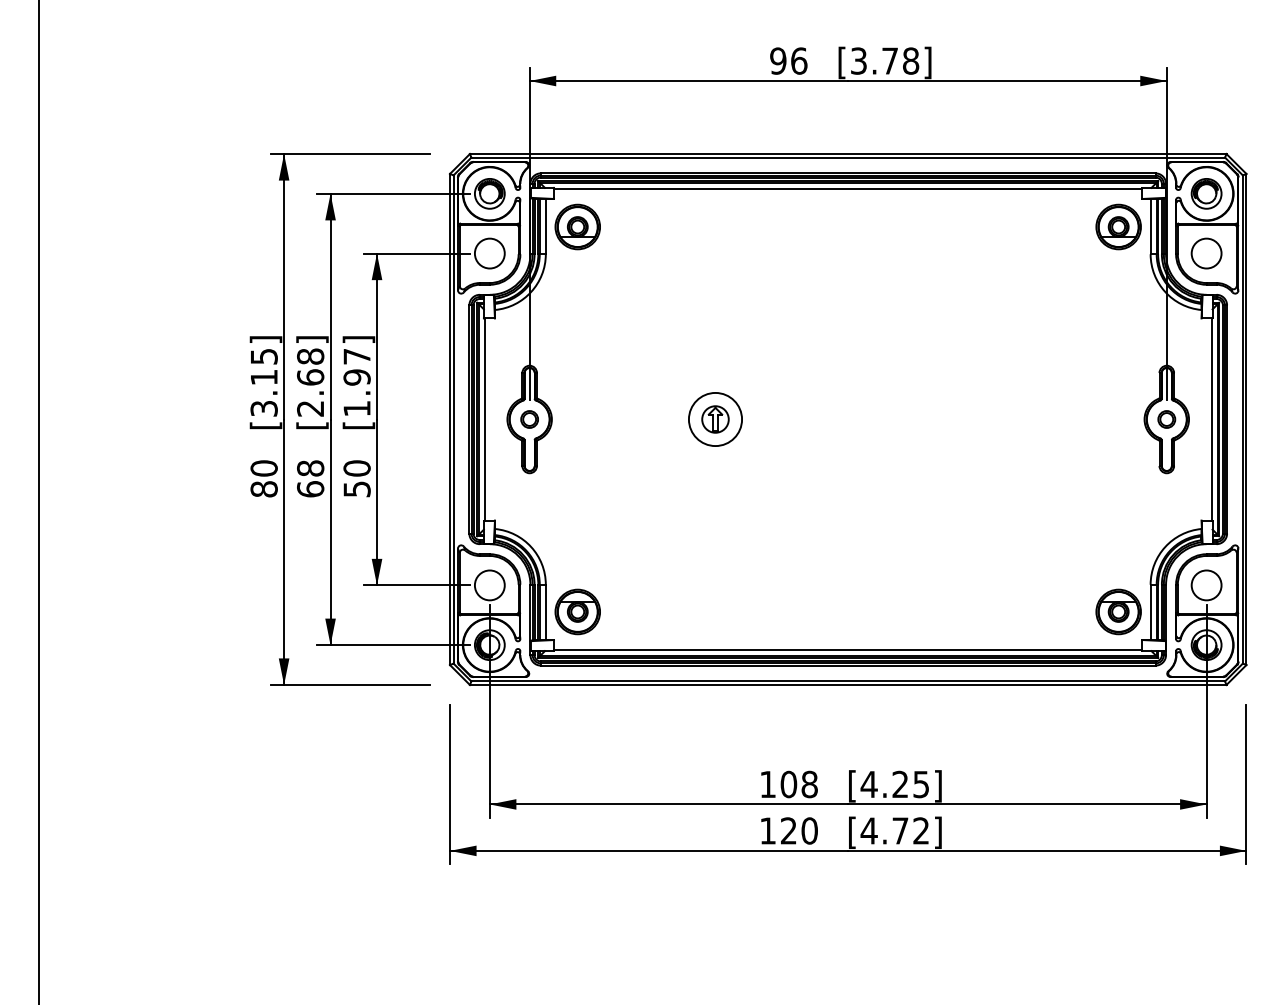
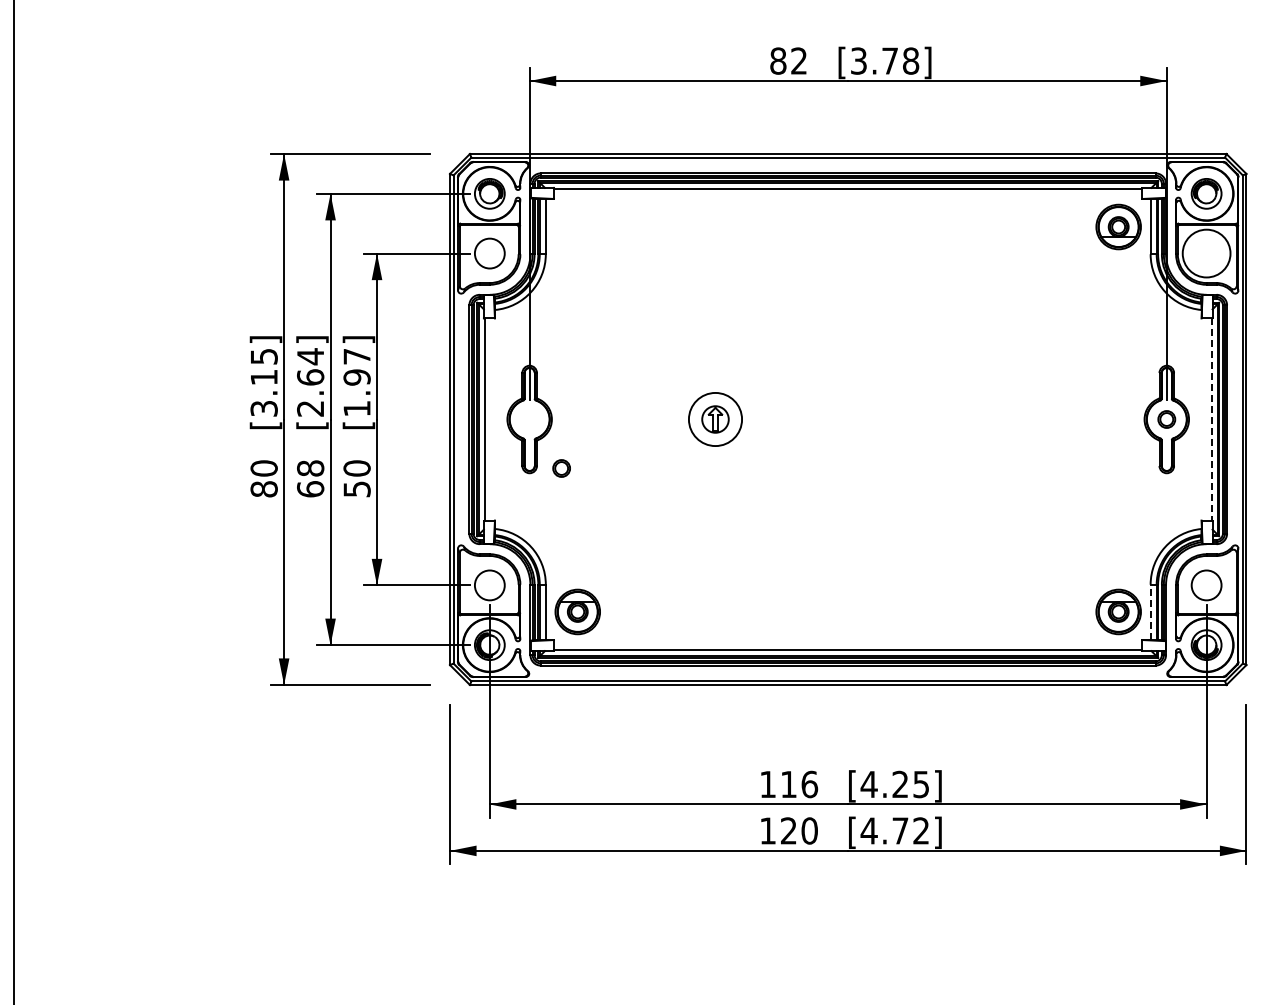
text at (788, 60): 96 -> 82
part at (577, 226): present -> none
circle at (1206, 253) diameter: 30 px -> 48 px
text at (310, 356): [2.68] -> [2.64]
circle at (529, 419) position: (529, 419) -> (561, 468)
line at (1211, 420): solid -> dashed
line at (38, 501) position: (38, 501) -> (13, 501)
line at (1150, 612): solid -> dashed
text at (799, 784): 108 -> 116
